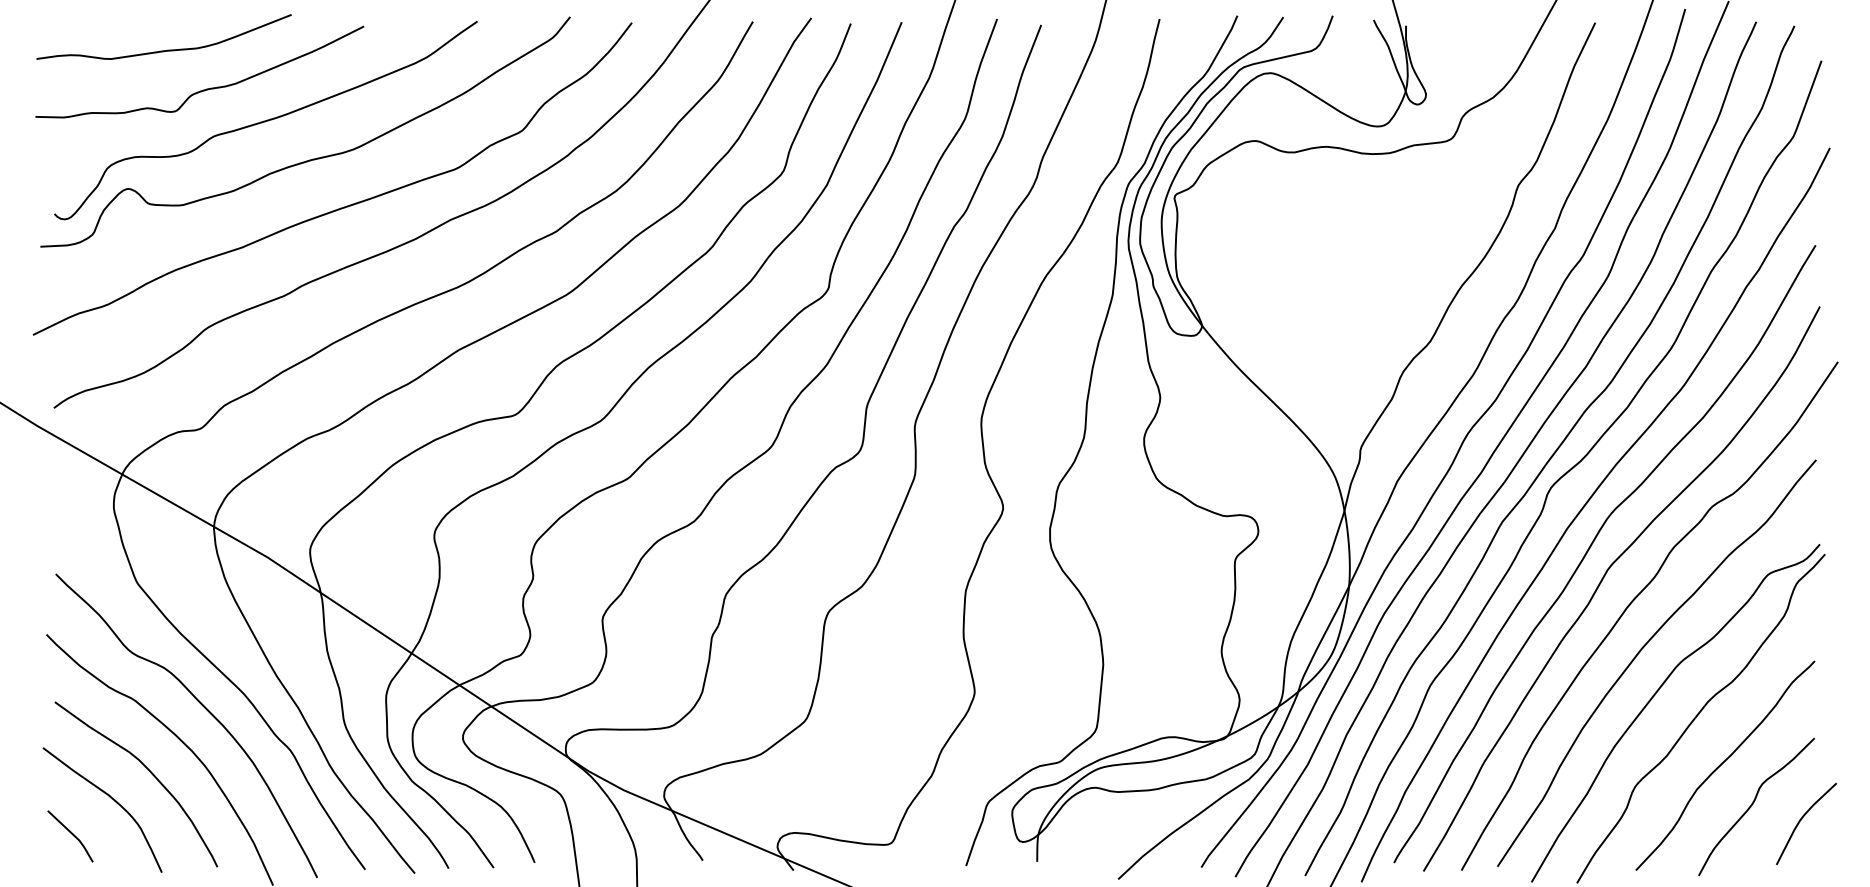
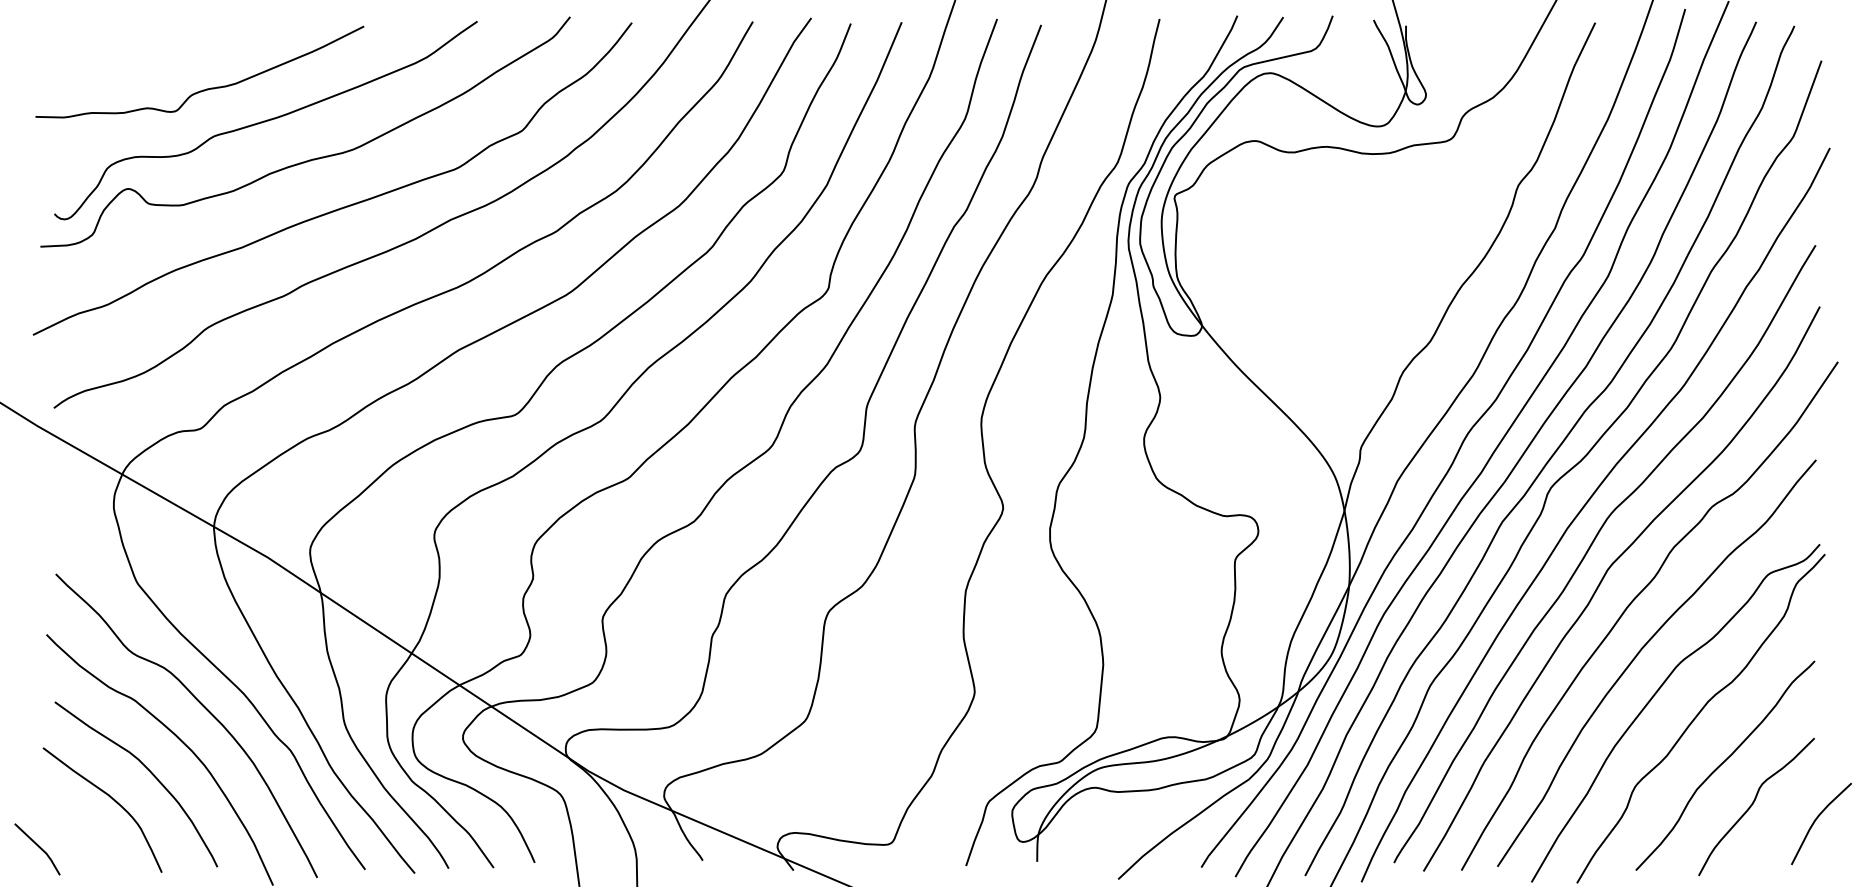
curve at (167, 49): present -> none
curve at (1802, 819) position: (1802, 819) -> (1817, 819)
line at (71, 834) position: (71, 834) -> (38, 847)
